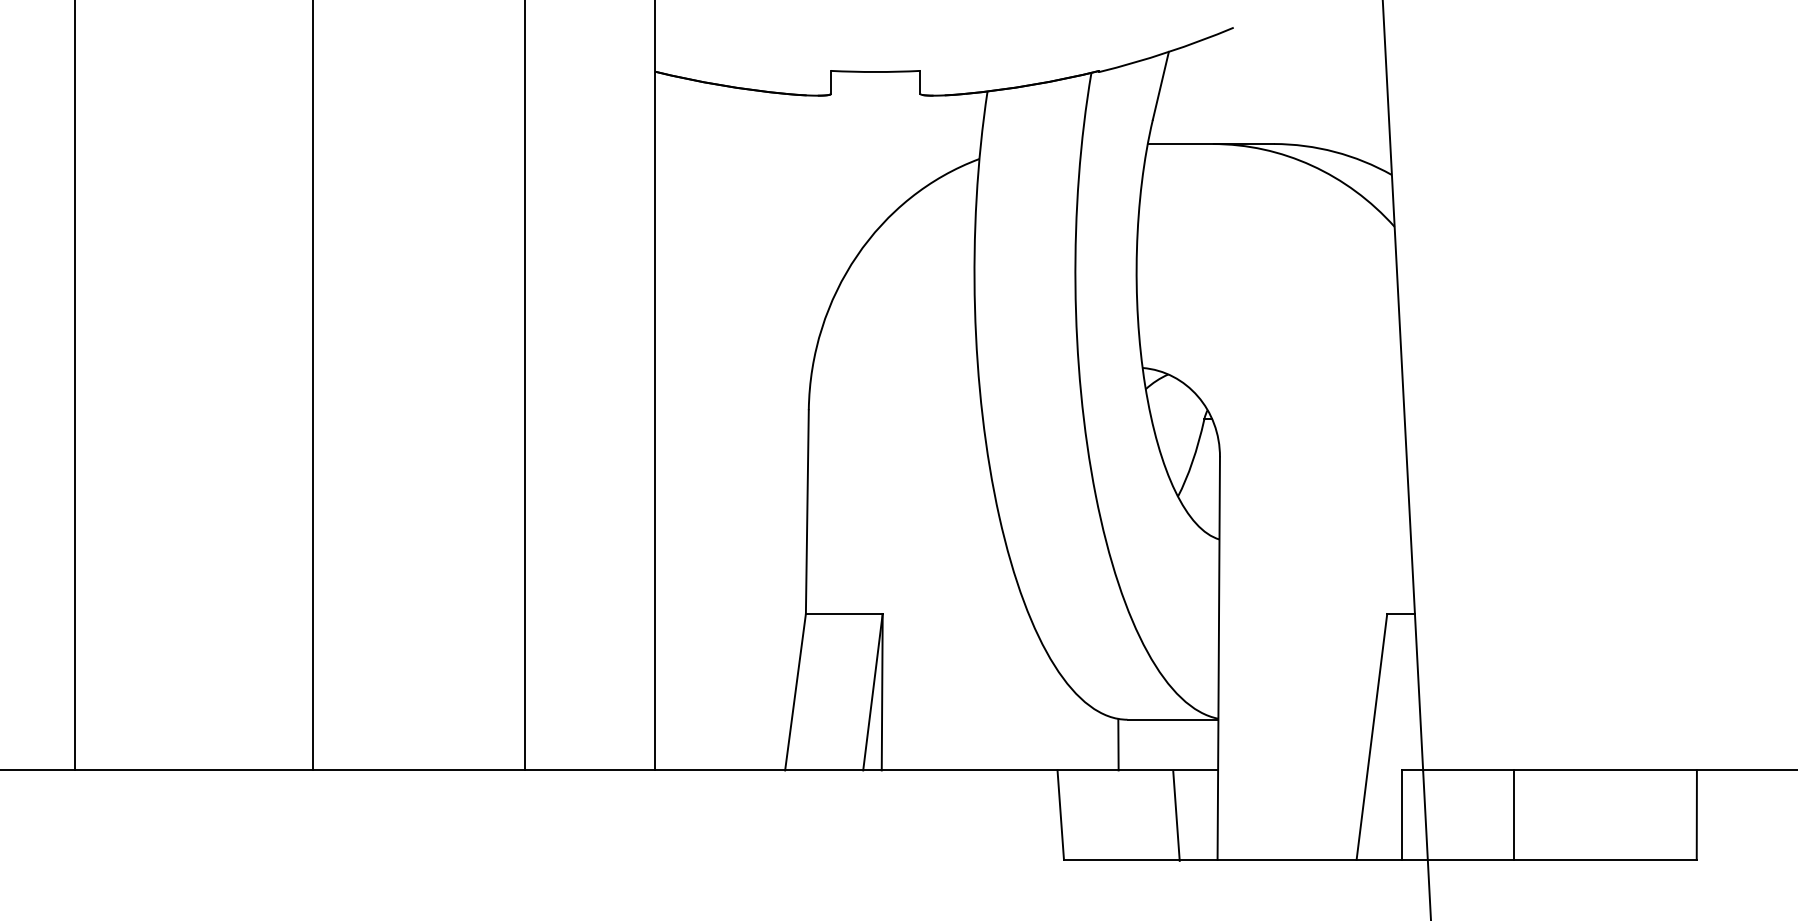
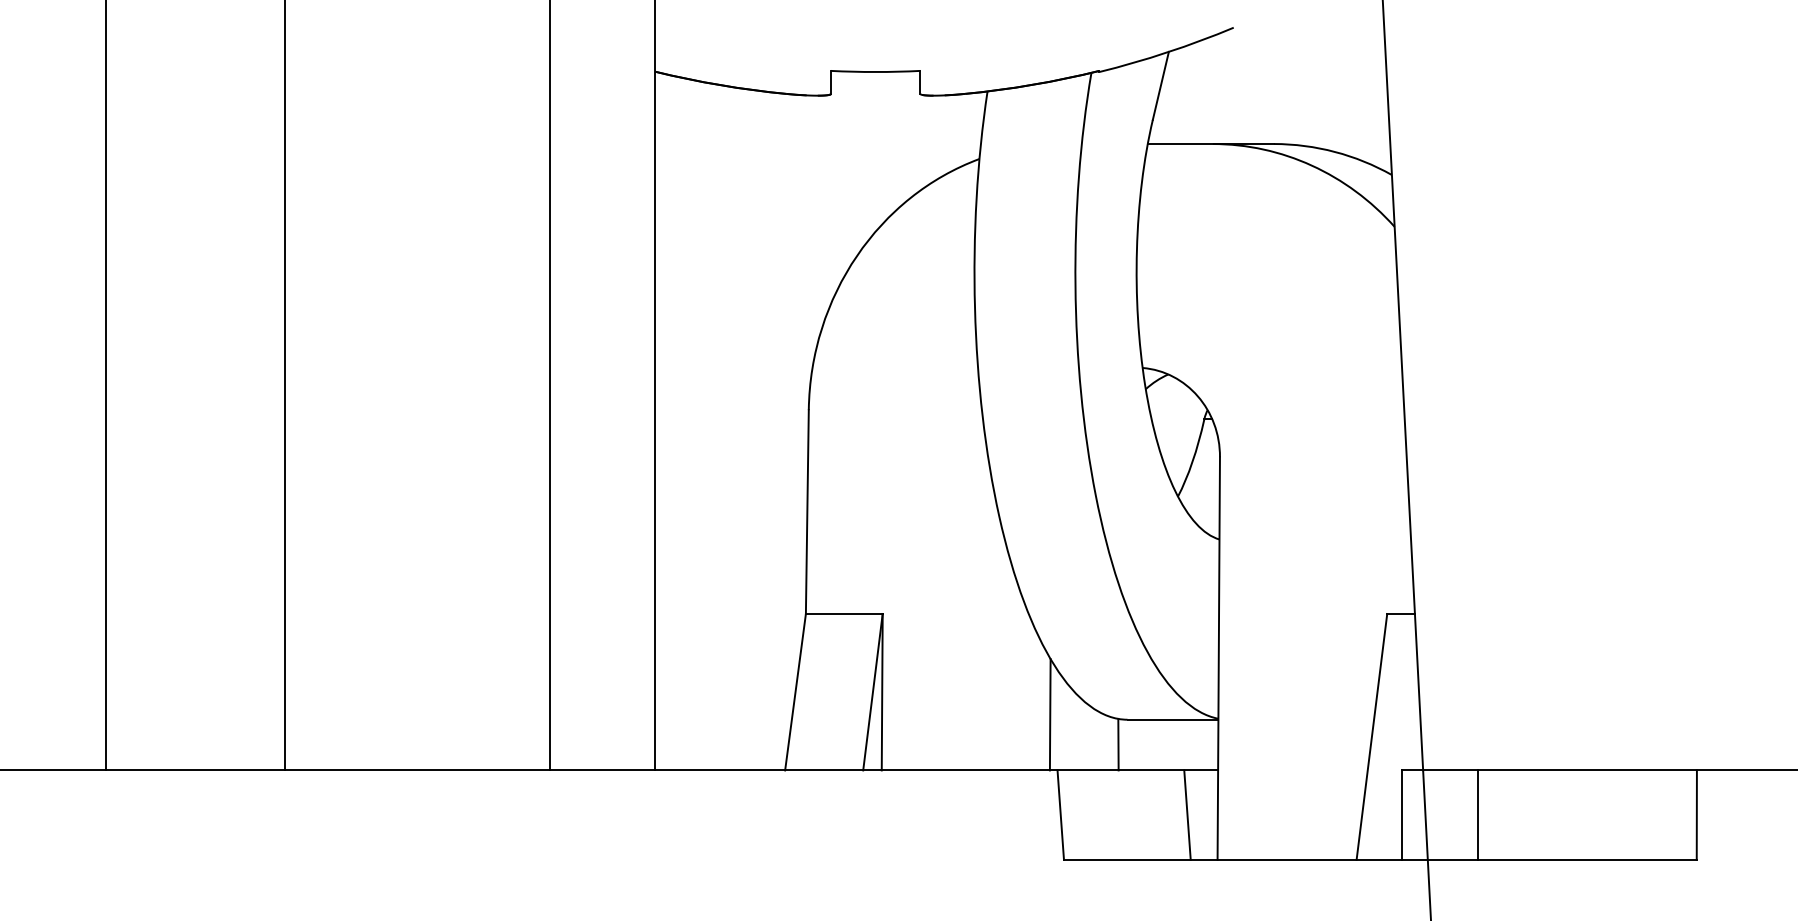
line at (74, 386) position: (74, 386) -> (105, 386)
line at (313, 386) position: (313, 386) -> (285, 386)
line at (524, 386) position: (524, 386) -> (549, 386)
line at (1049, 714): none -> present
line at (1513, 814) position: (1513, 814) -> (1477, 814)
line at (1176, 815) position: (1176, 815) -> (1187, 814)
